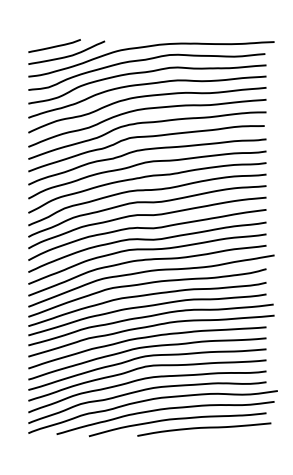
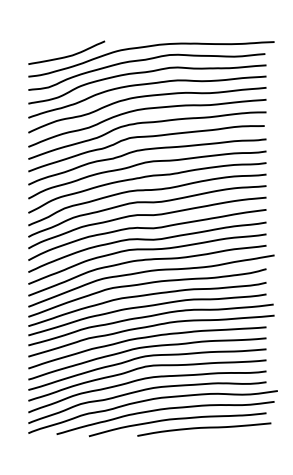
line at (55, 45): present -> none
